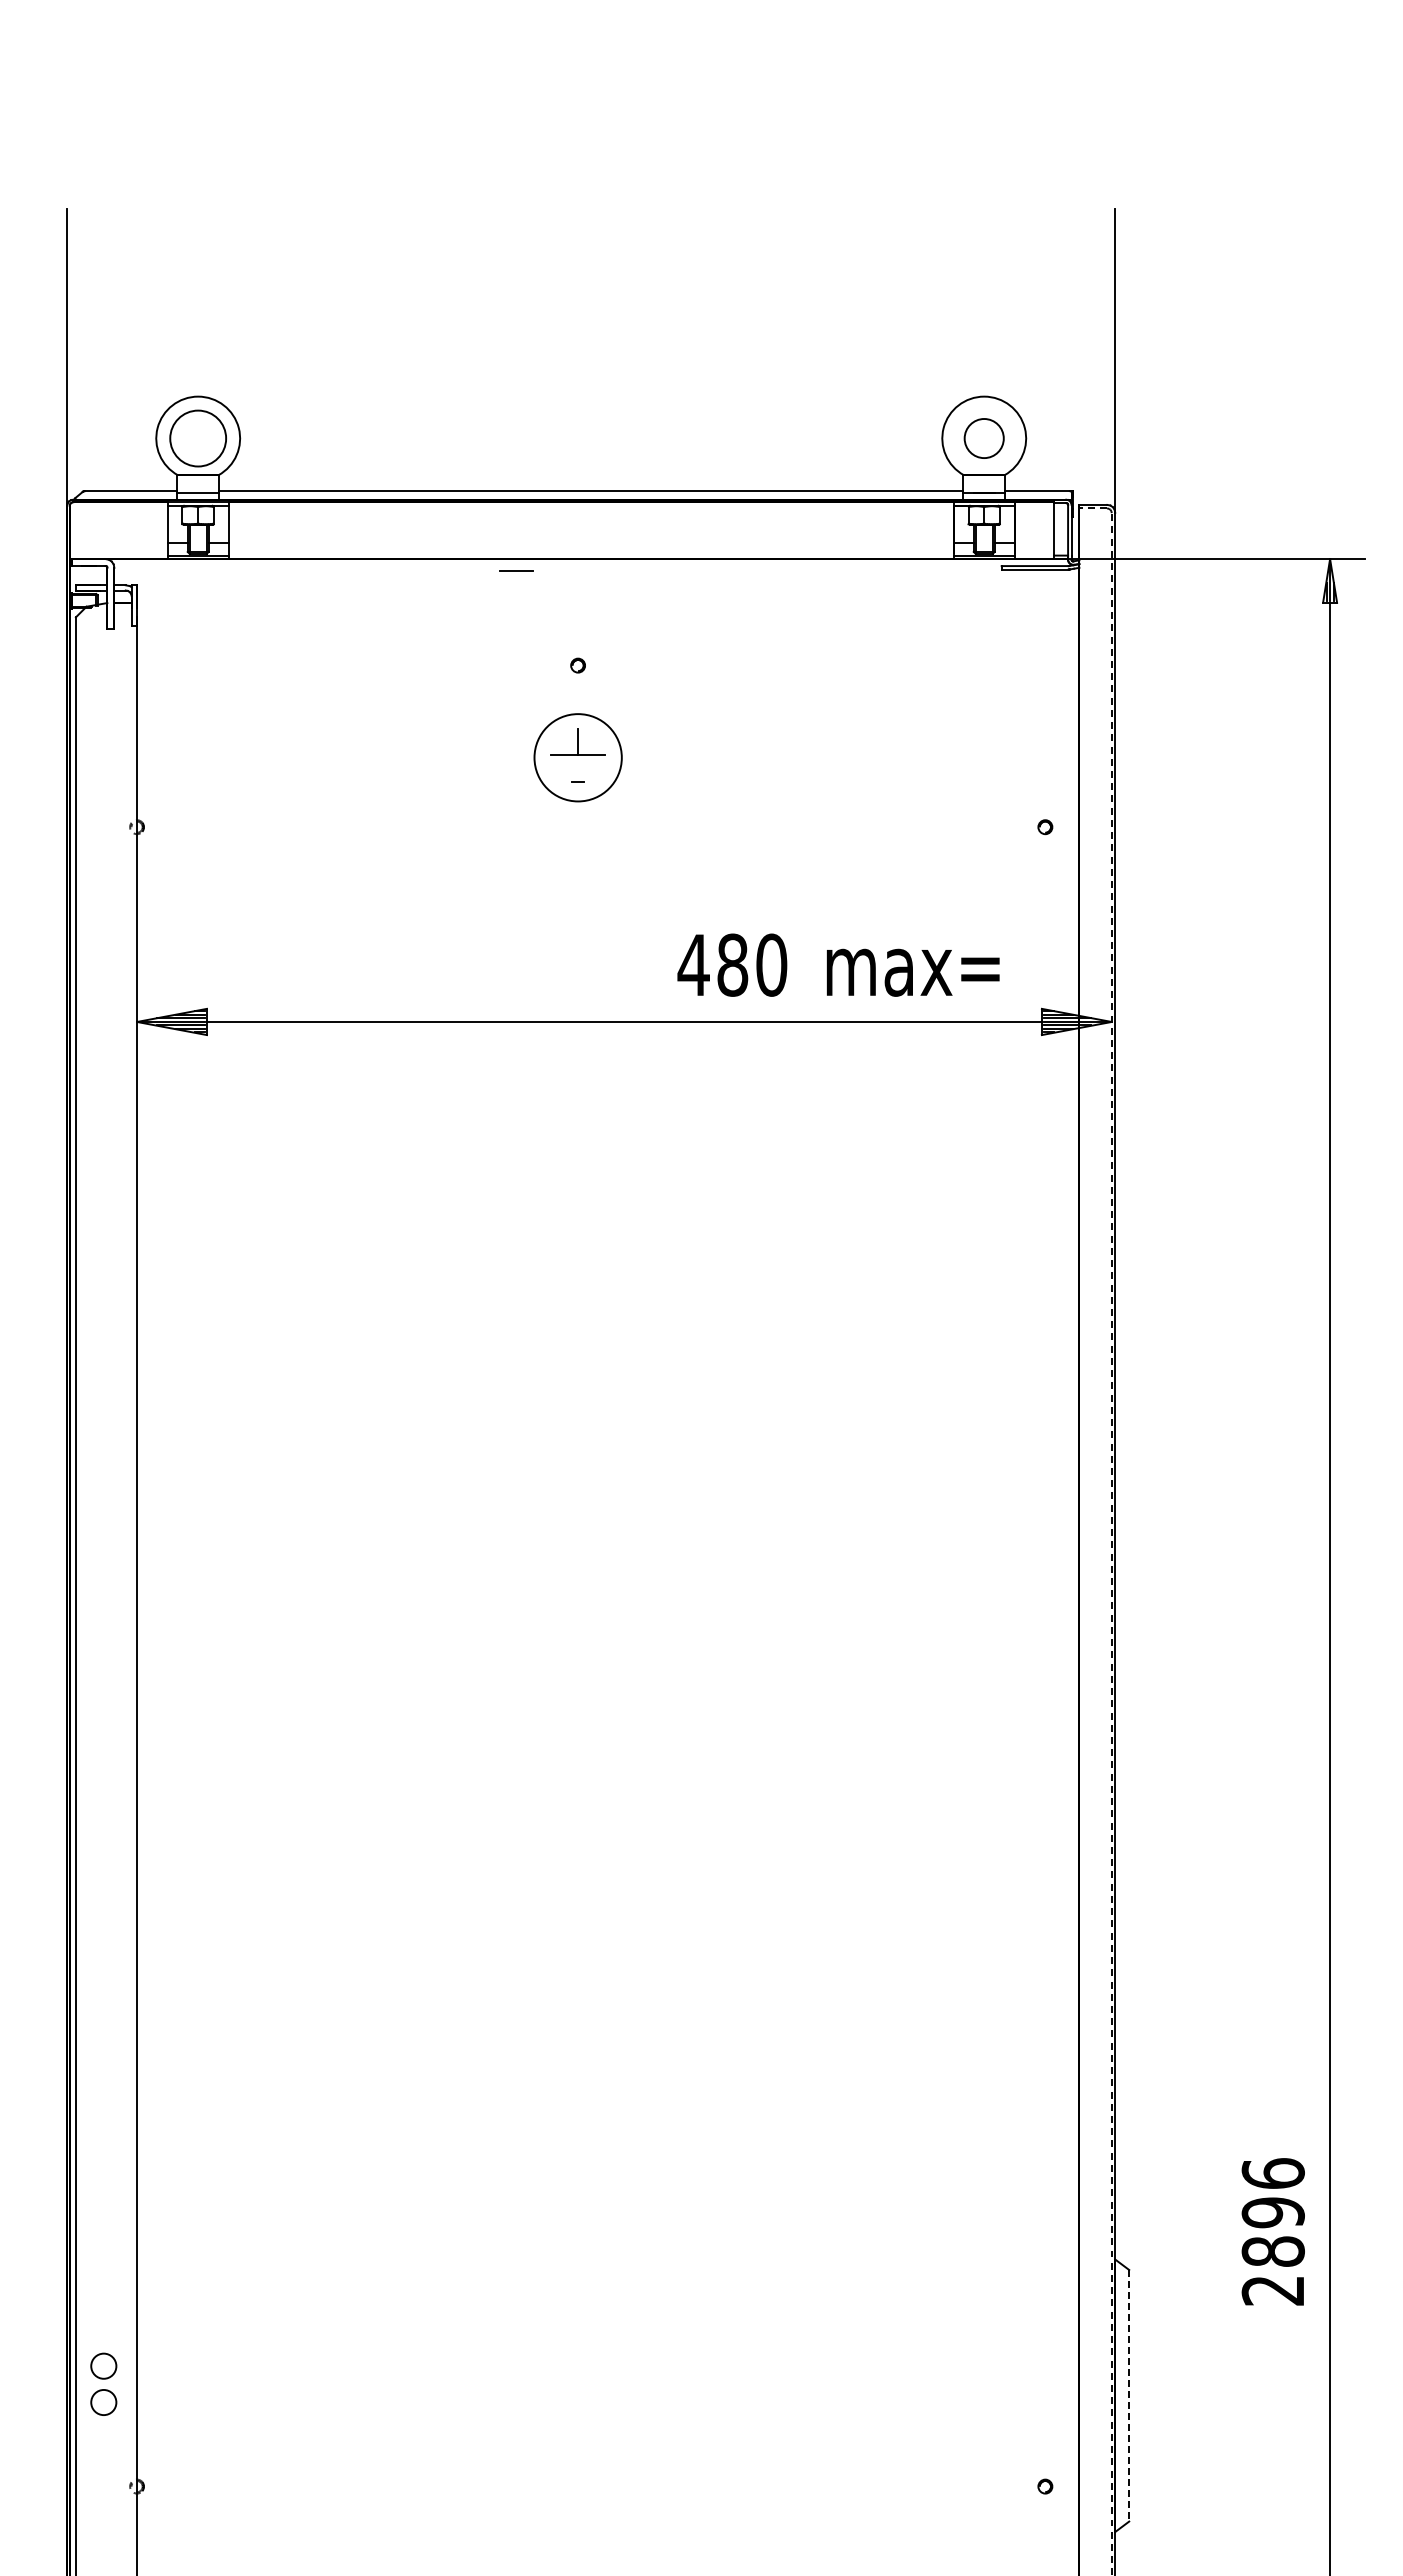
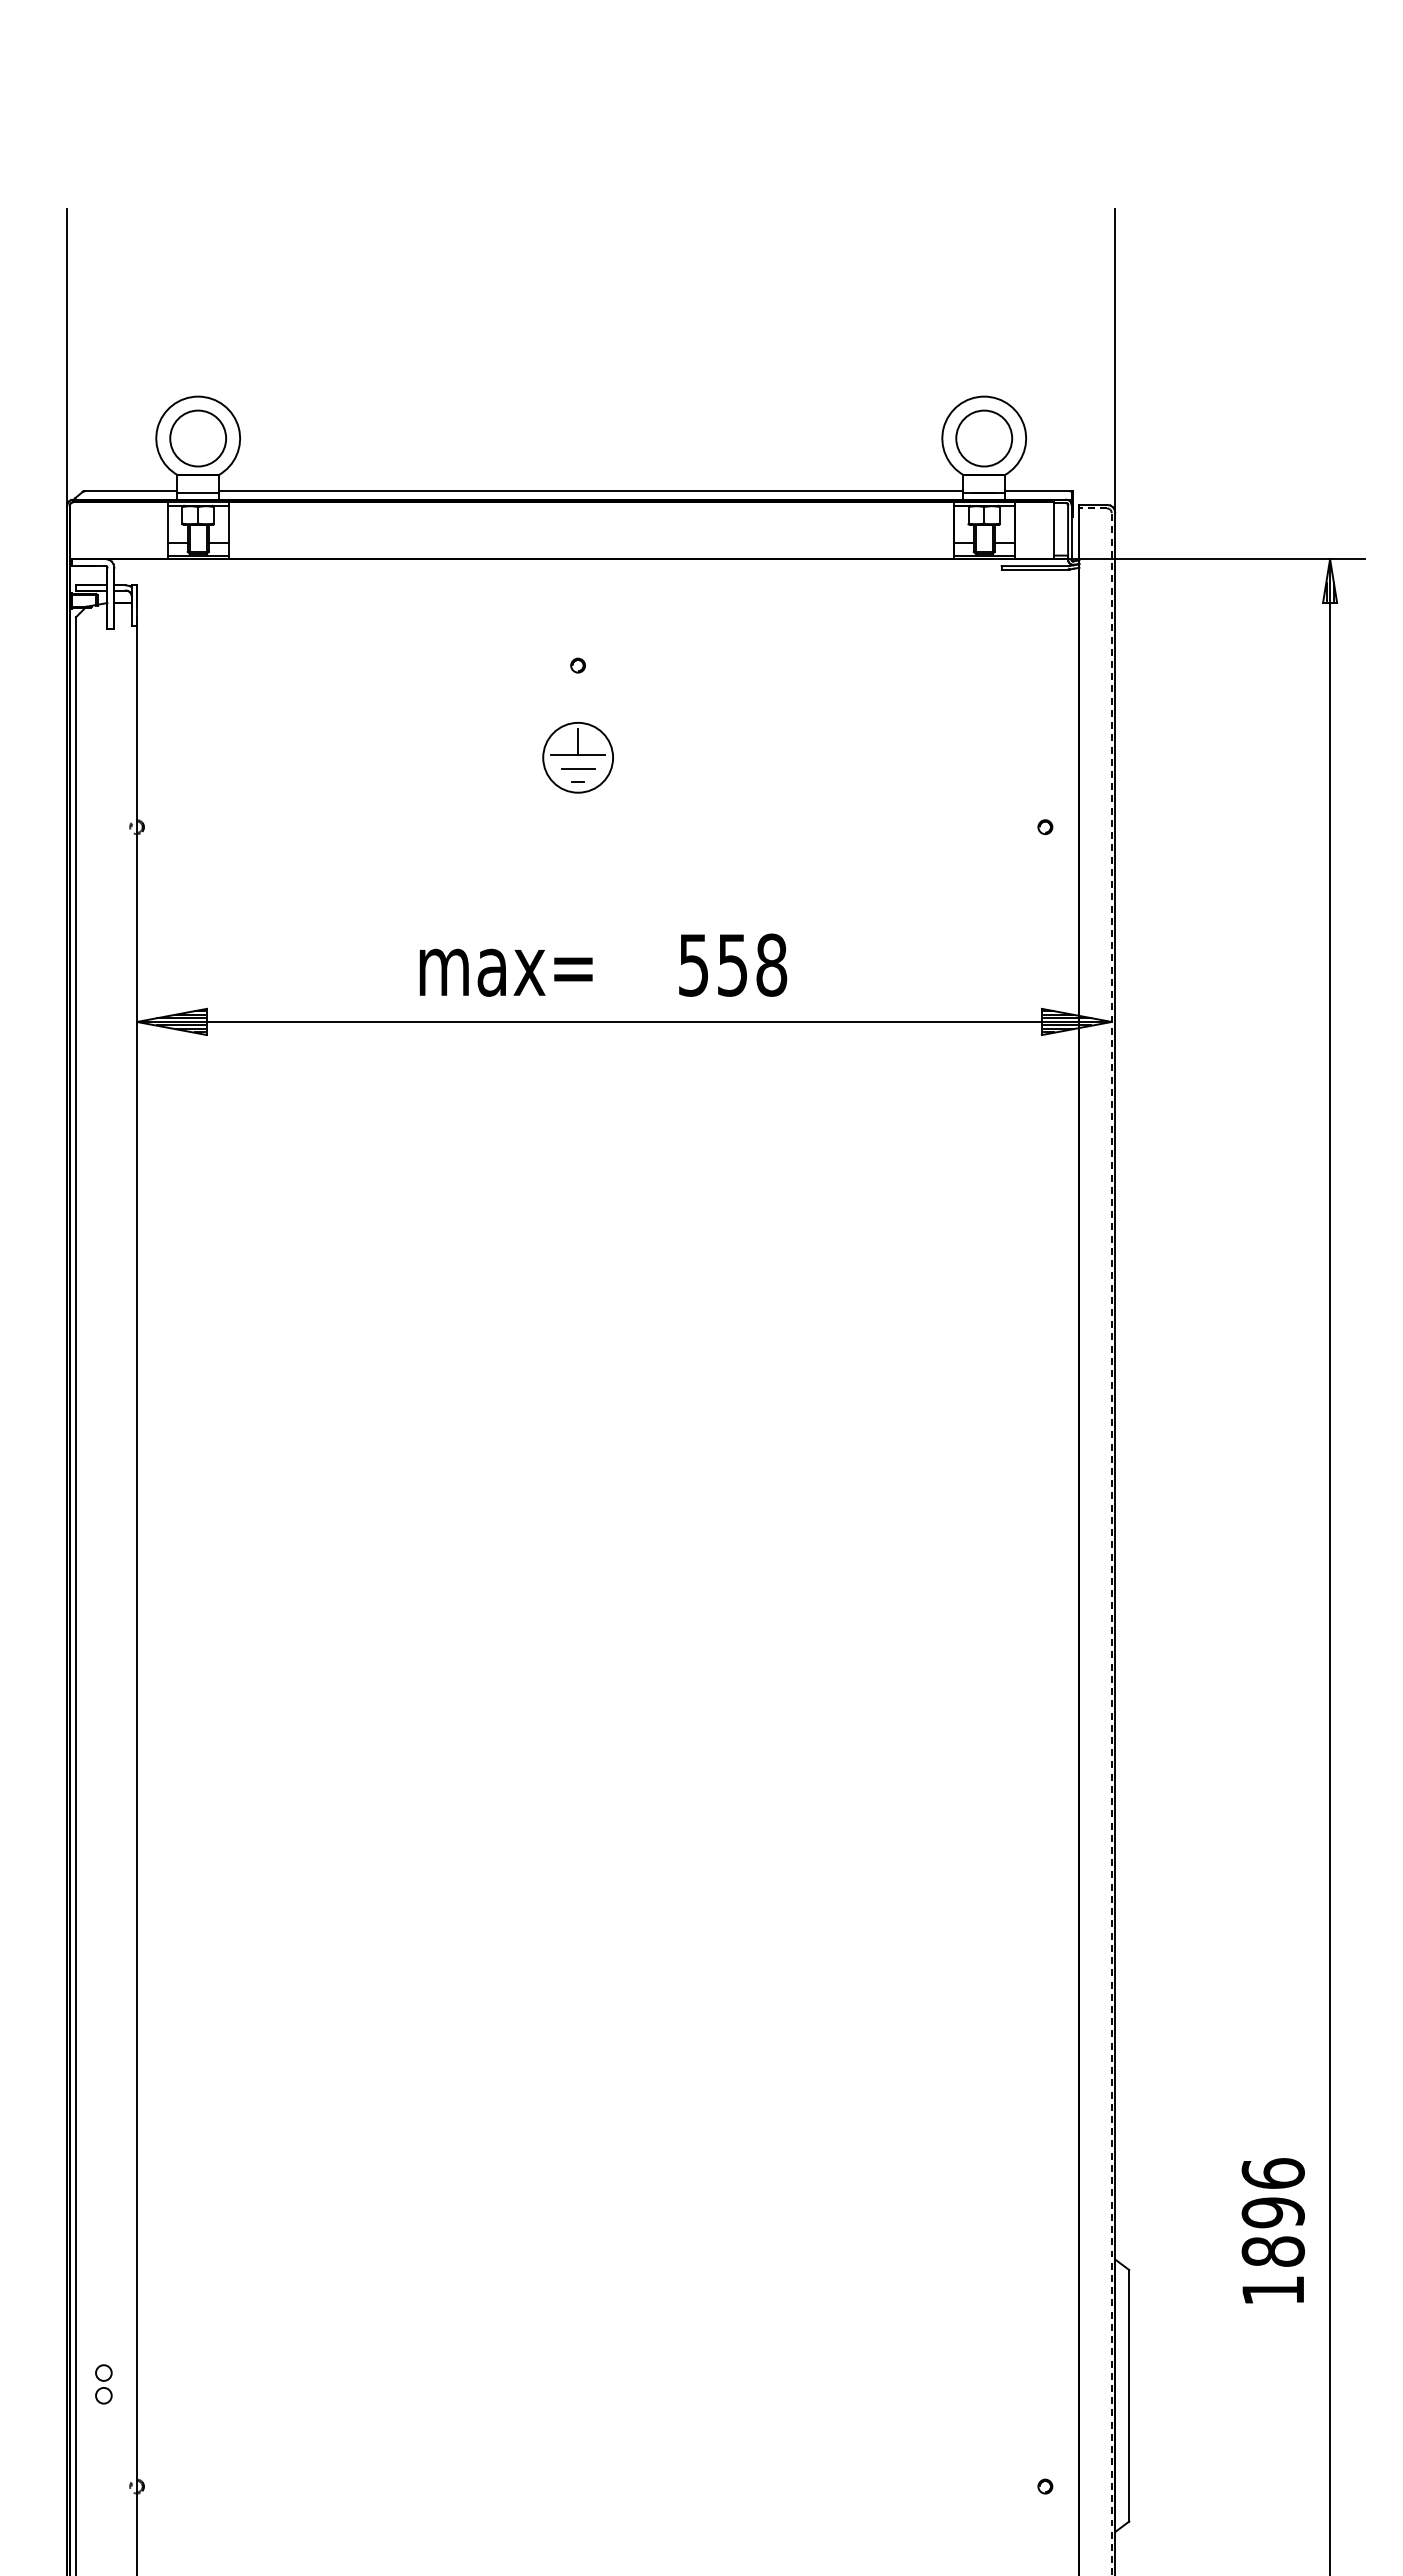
circle at (983, 438) diameter: 39 px -> 56 px
line at (516, 570) position: (516, 570) -> (578, 768)
circle at (577, 757) diameter: 87 px -> 70 px
text at (732, 964): 480 -> 558
text at (913, 972) position: (913, 972) -> (506, 972)
text at (1272, 2290): 2896 -> 1896
part at (103, 2383) size: 28x64 px -> 18x41 px
line at (1129, 2395): dashed -> solid
